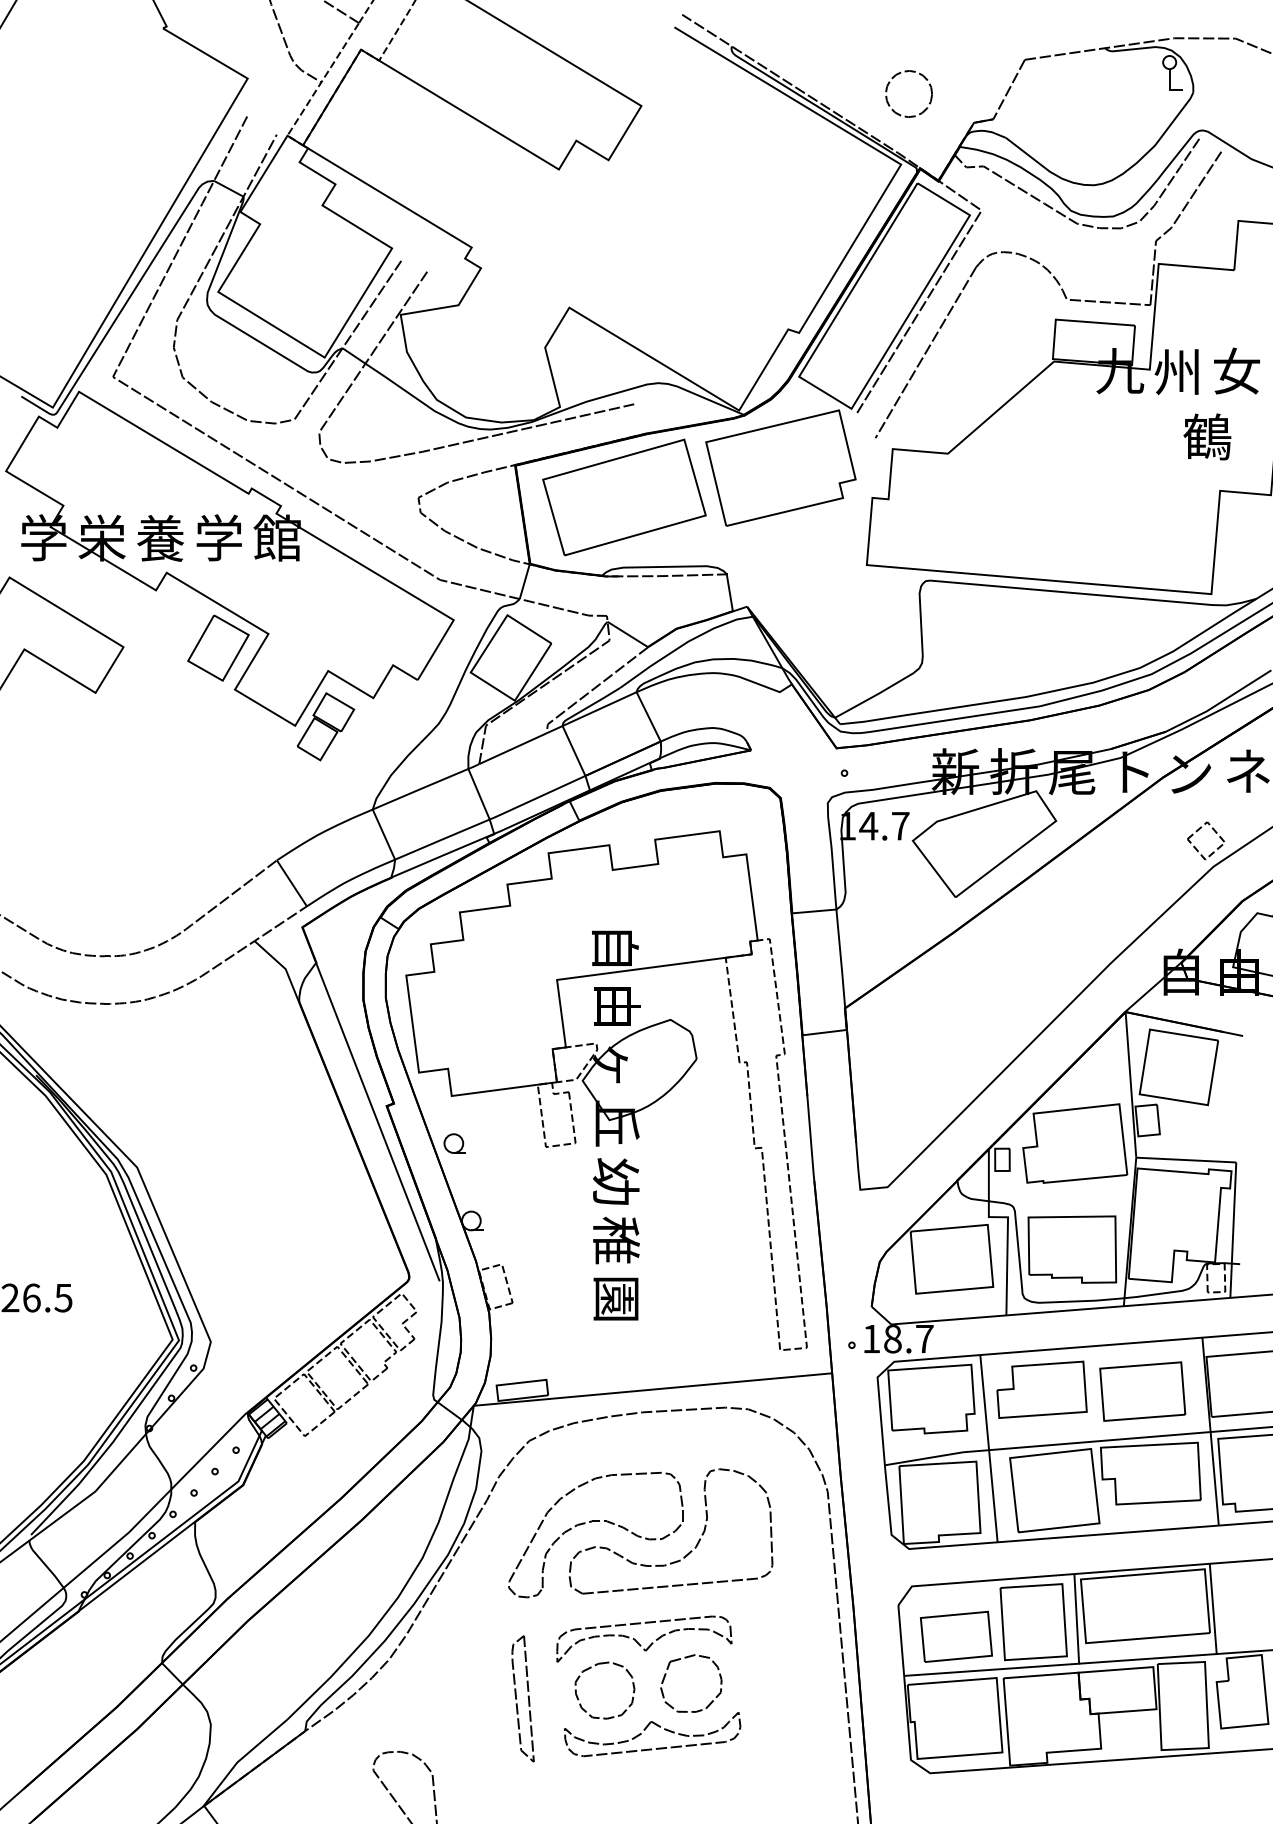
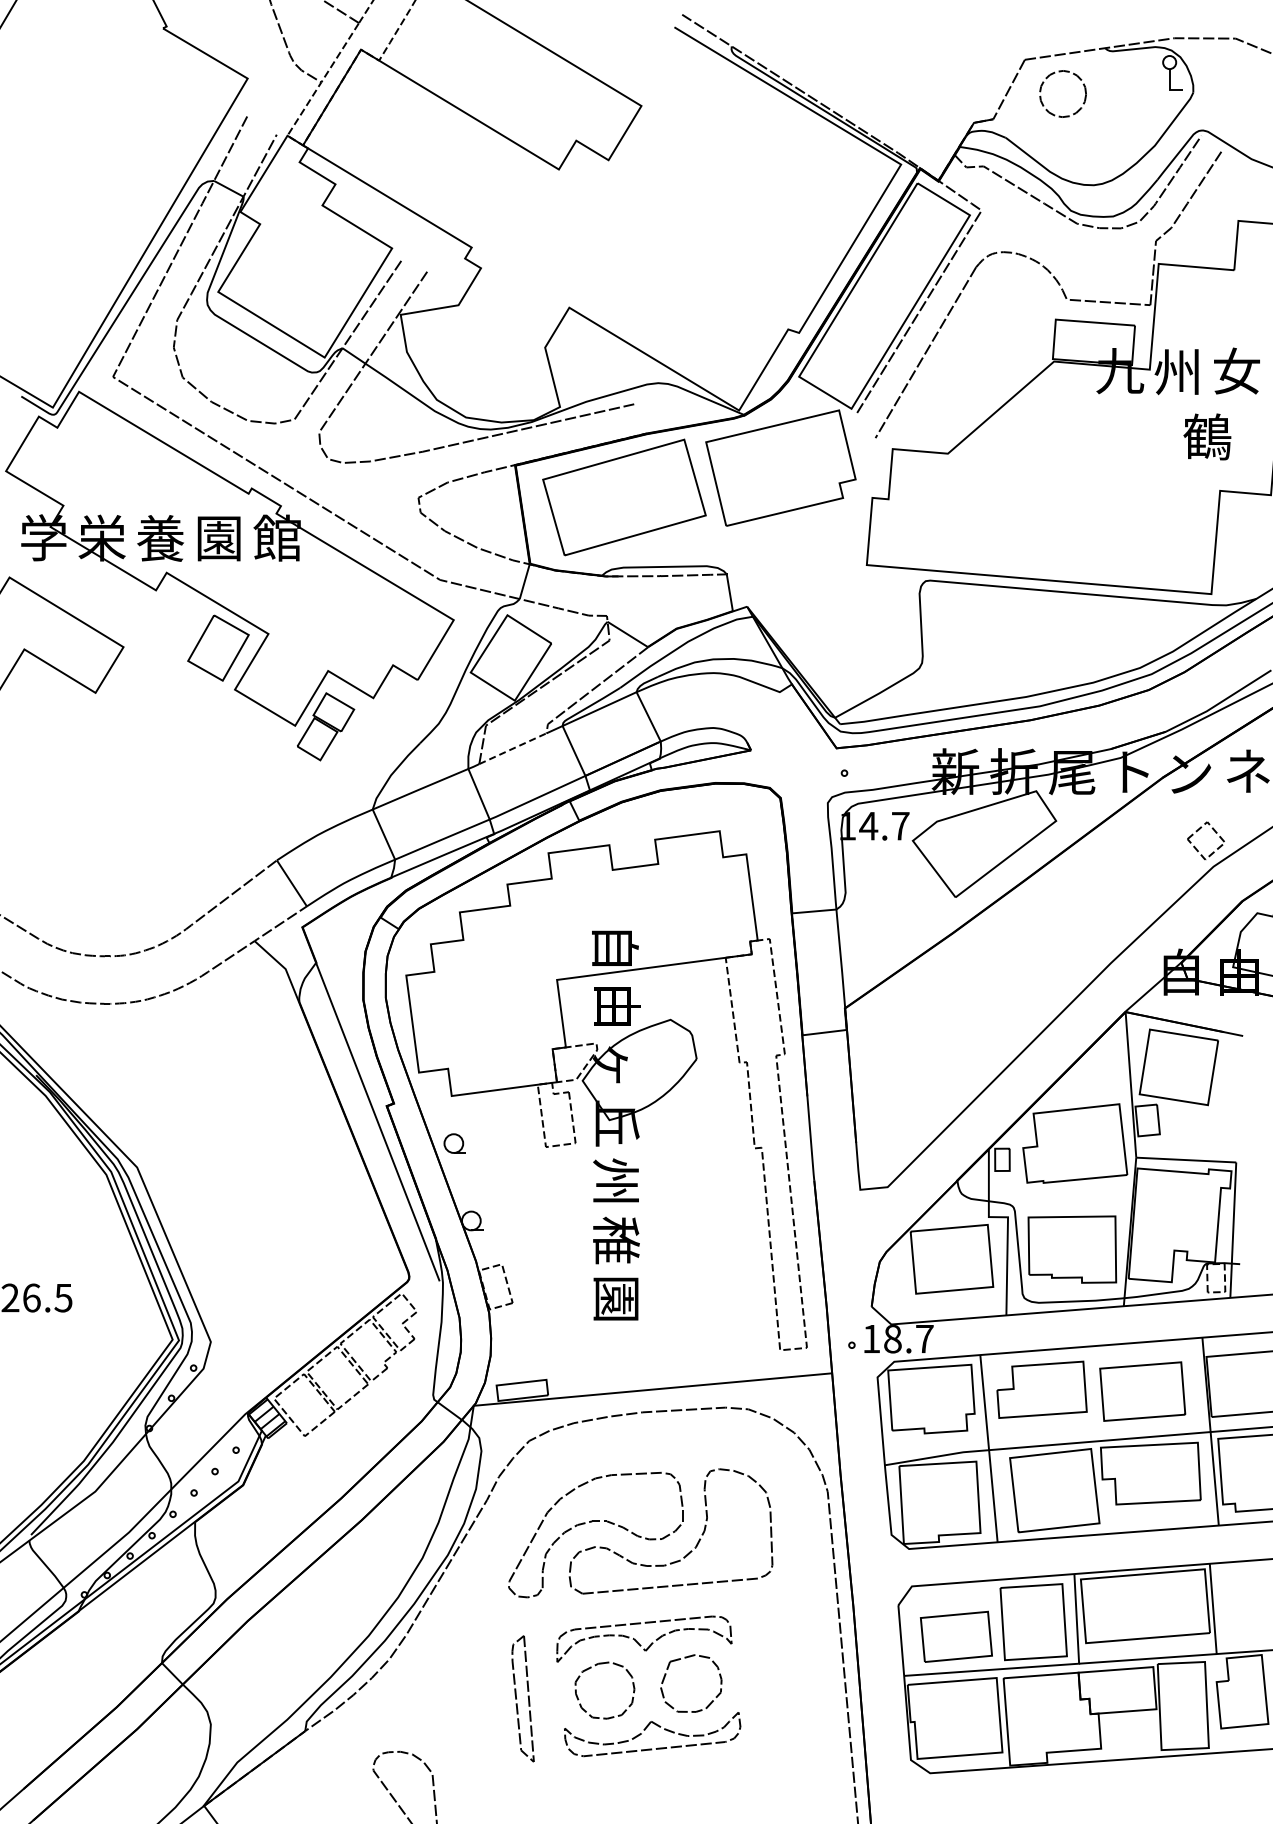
part at (907, 72) position: (907, 72) -> (1061, 72)
text at (218, 537): 学 -> 園
line at (512, 748): solid -> dashed
text at (615, 1181): 幼 -> 州
